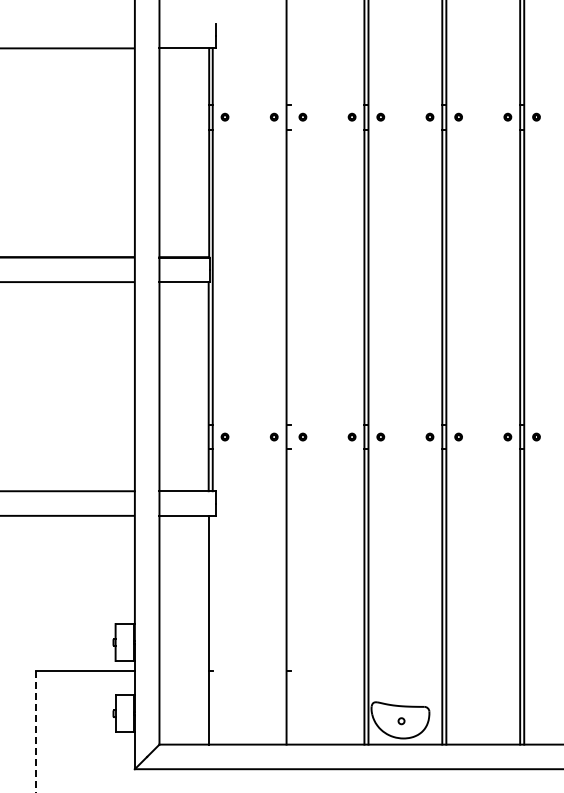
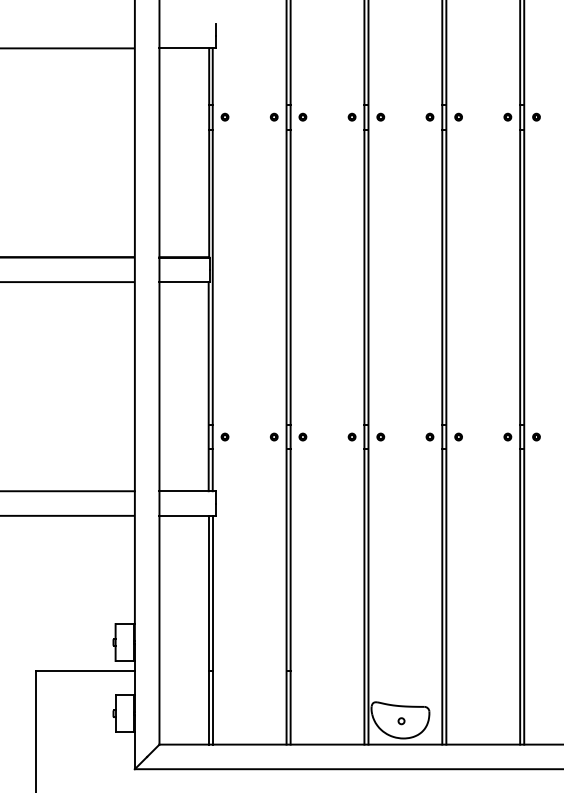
line at (290, 373): none -> present
line at (212, 629): none -> present
line at (36, 731): dashed -> solid
